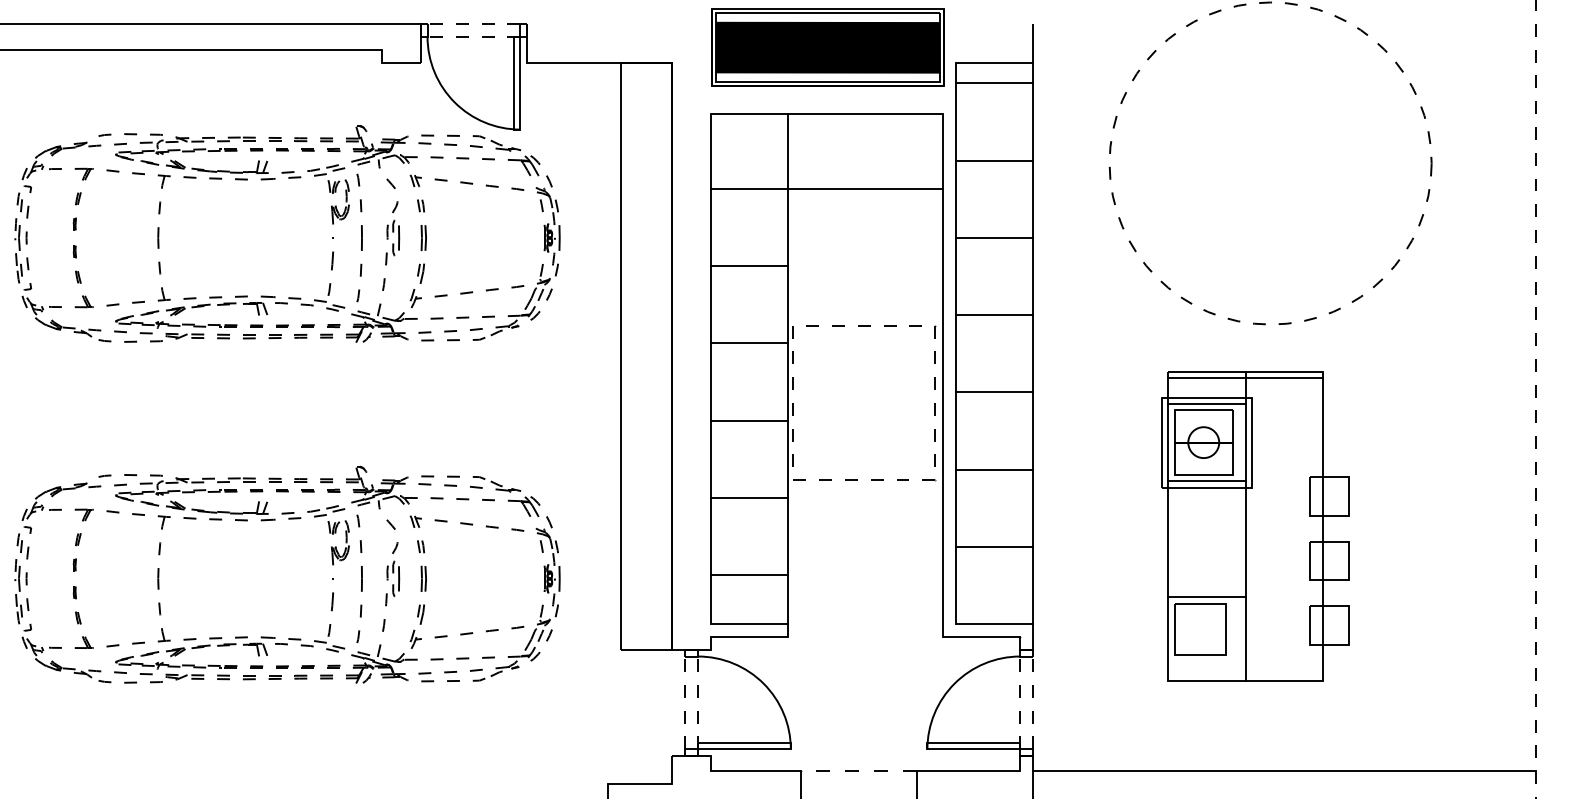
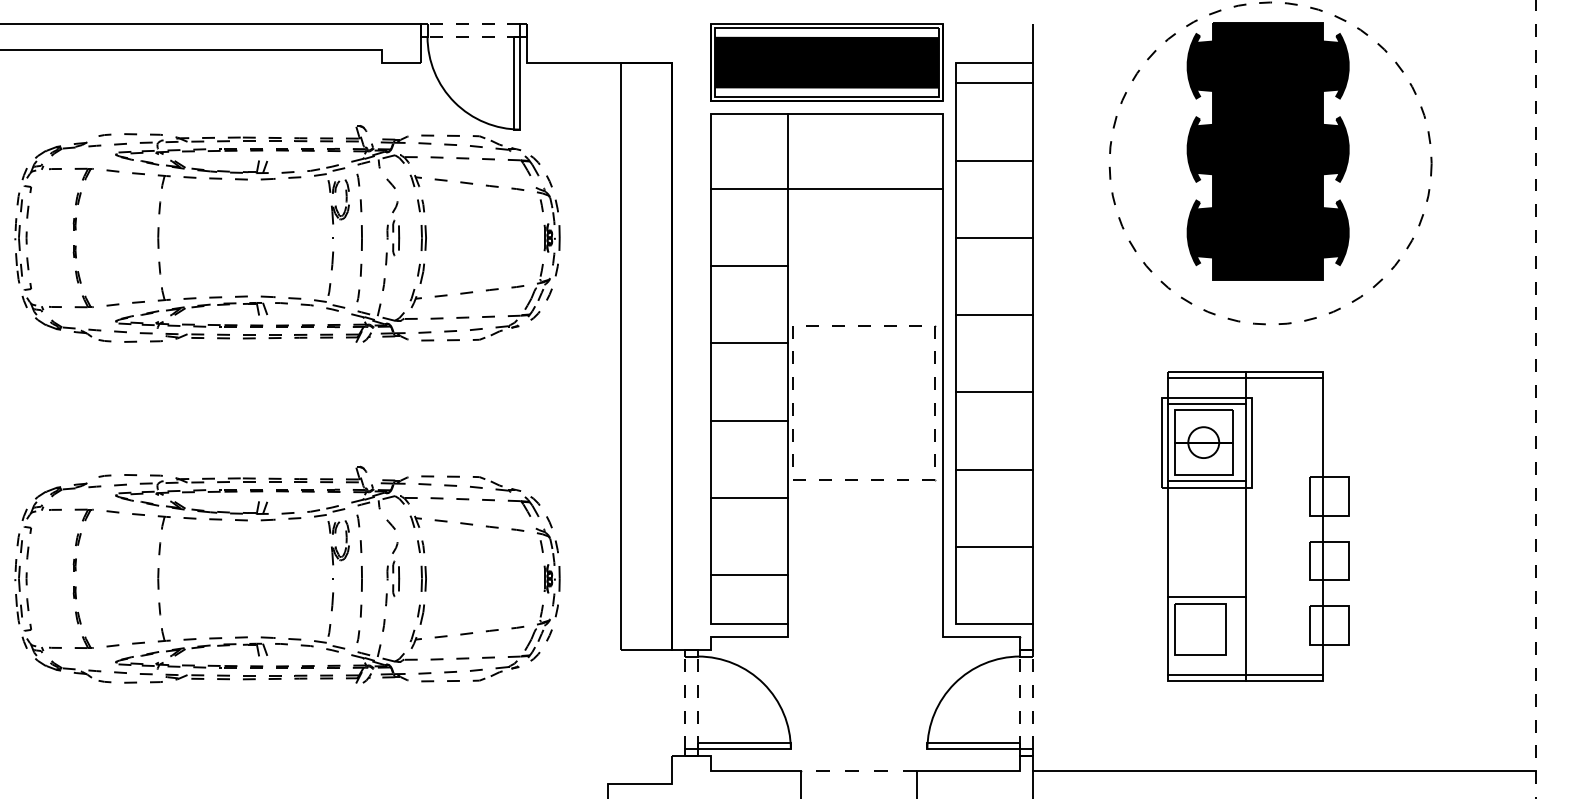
part at (827, 47) position: (827, 47) -> (826, 62)
part at (1267, 151): none -> present
line at (1245, 674): none -> present
